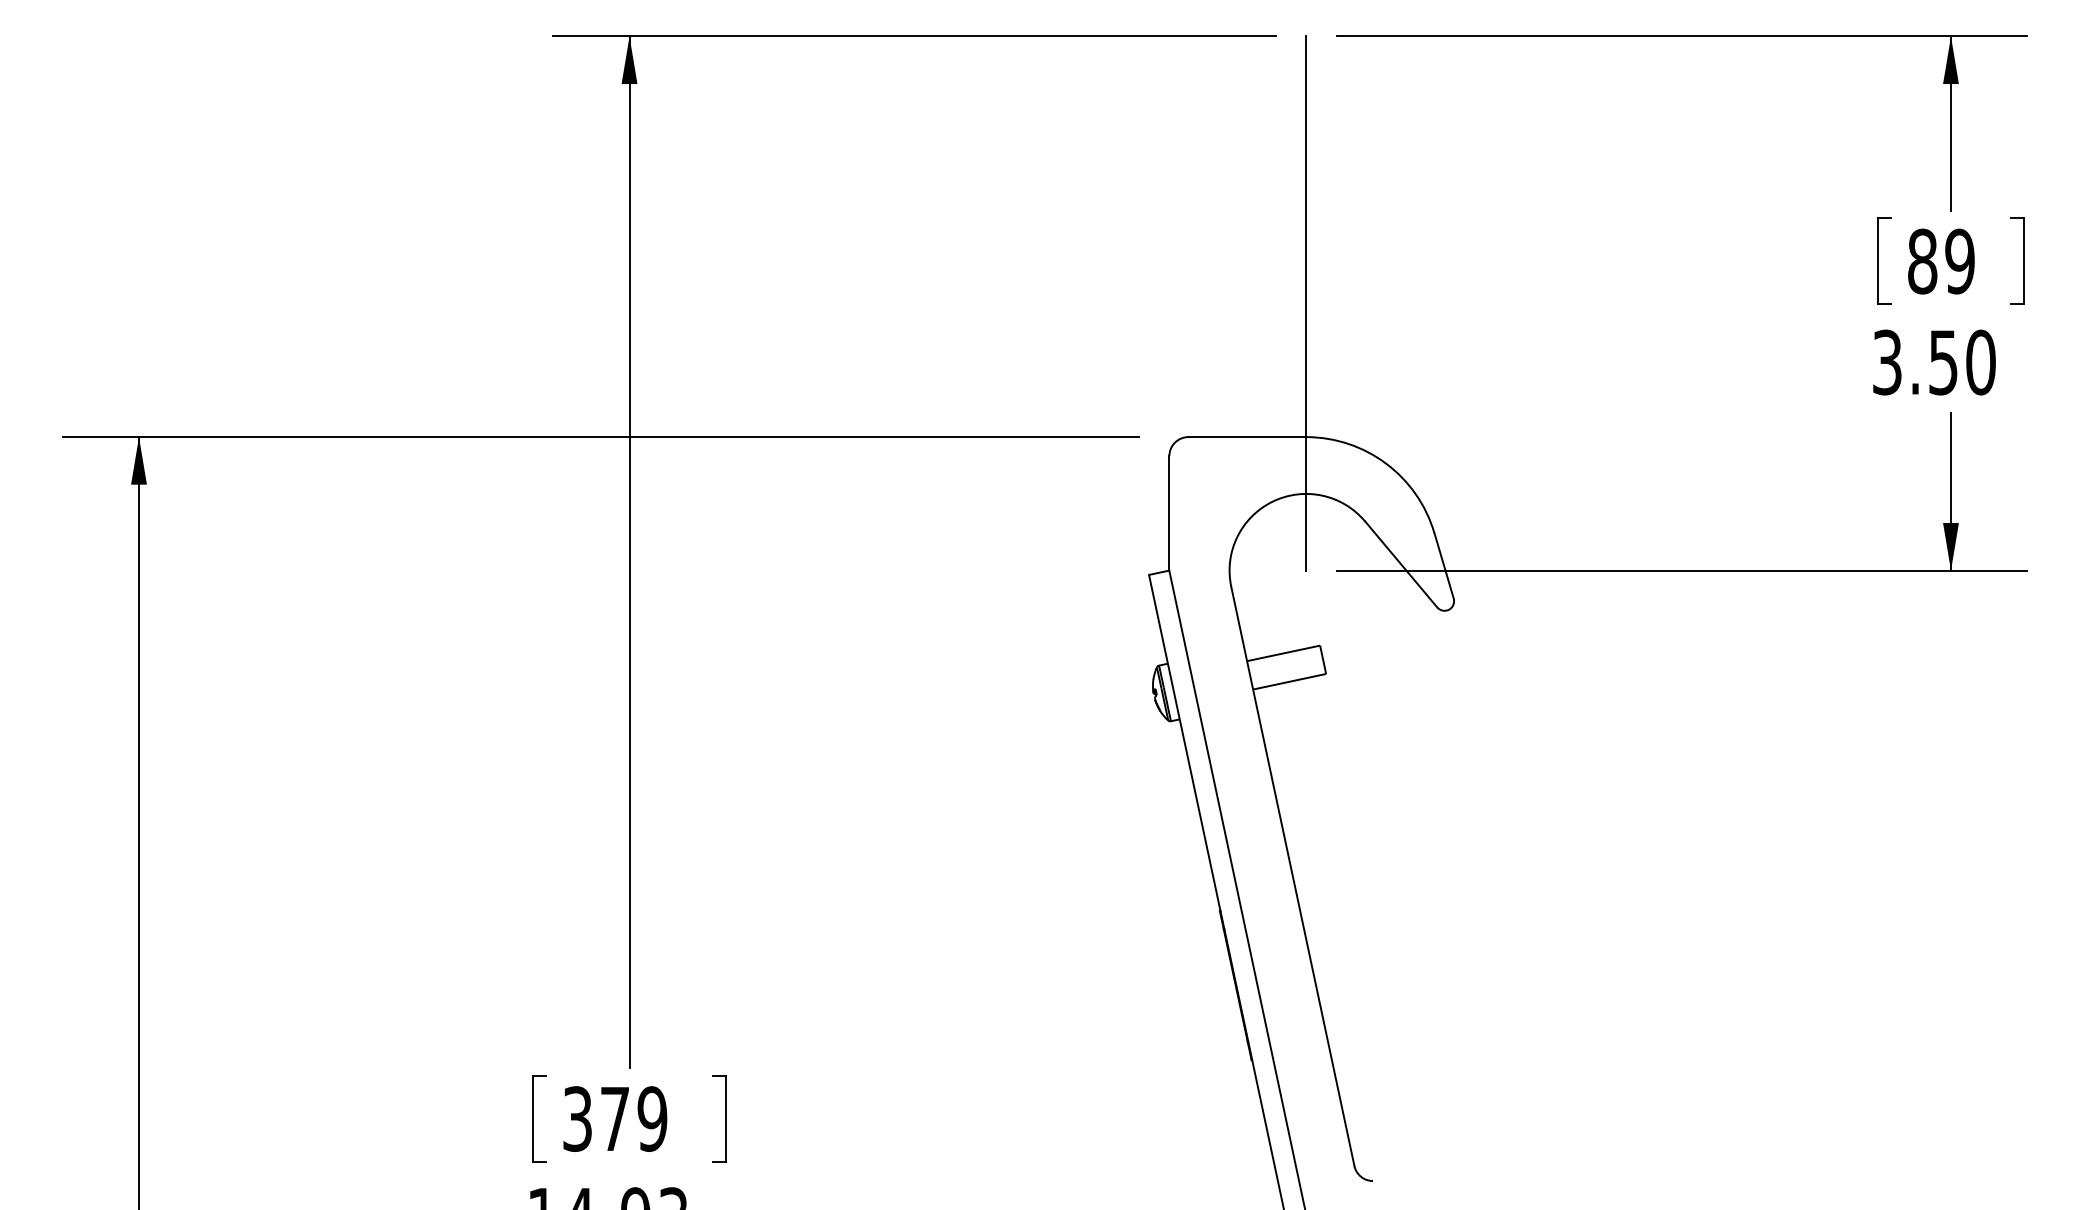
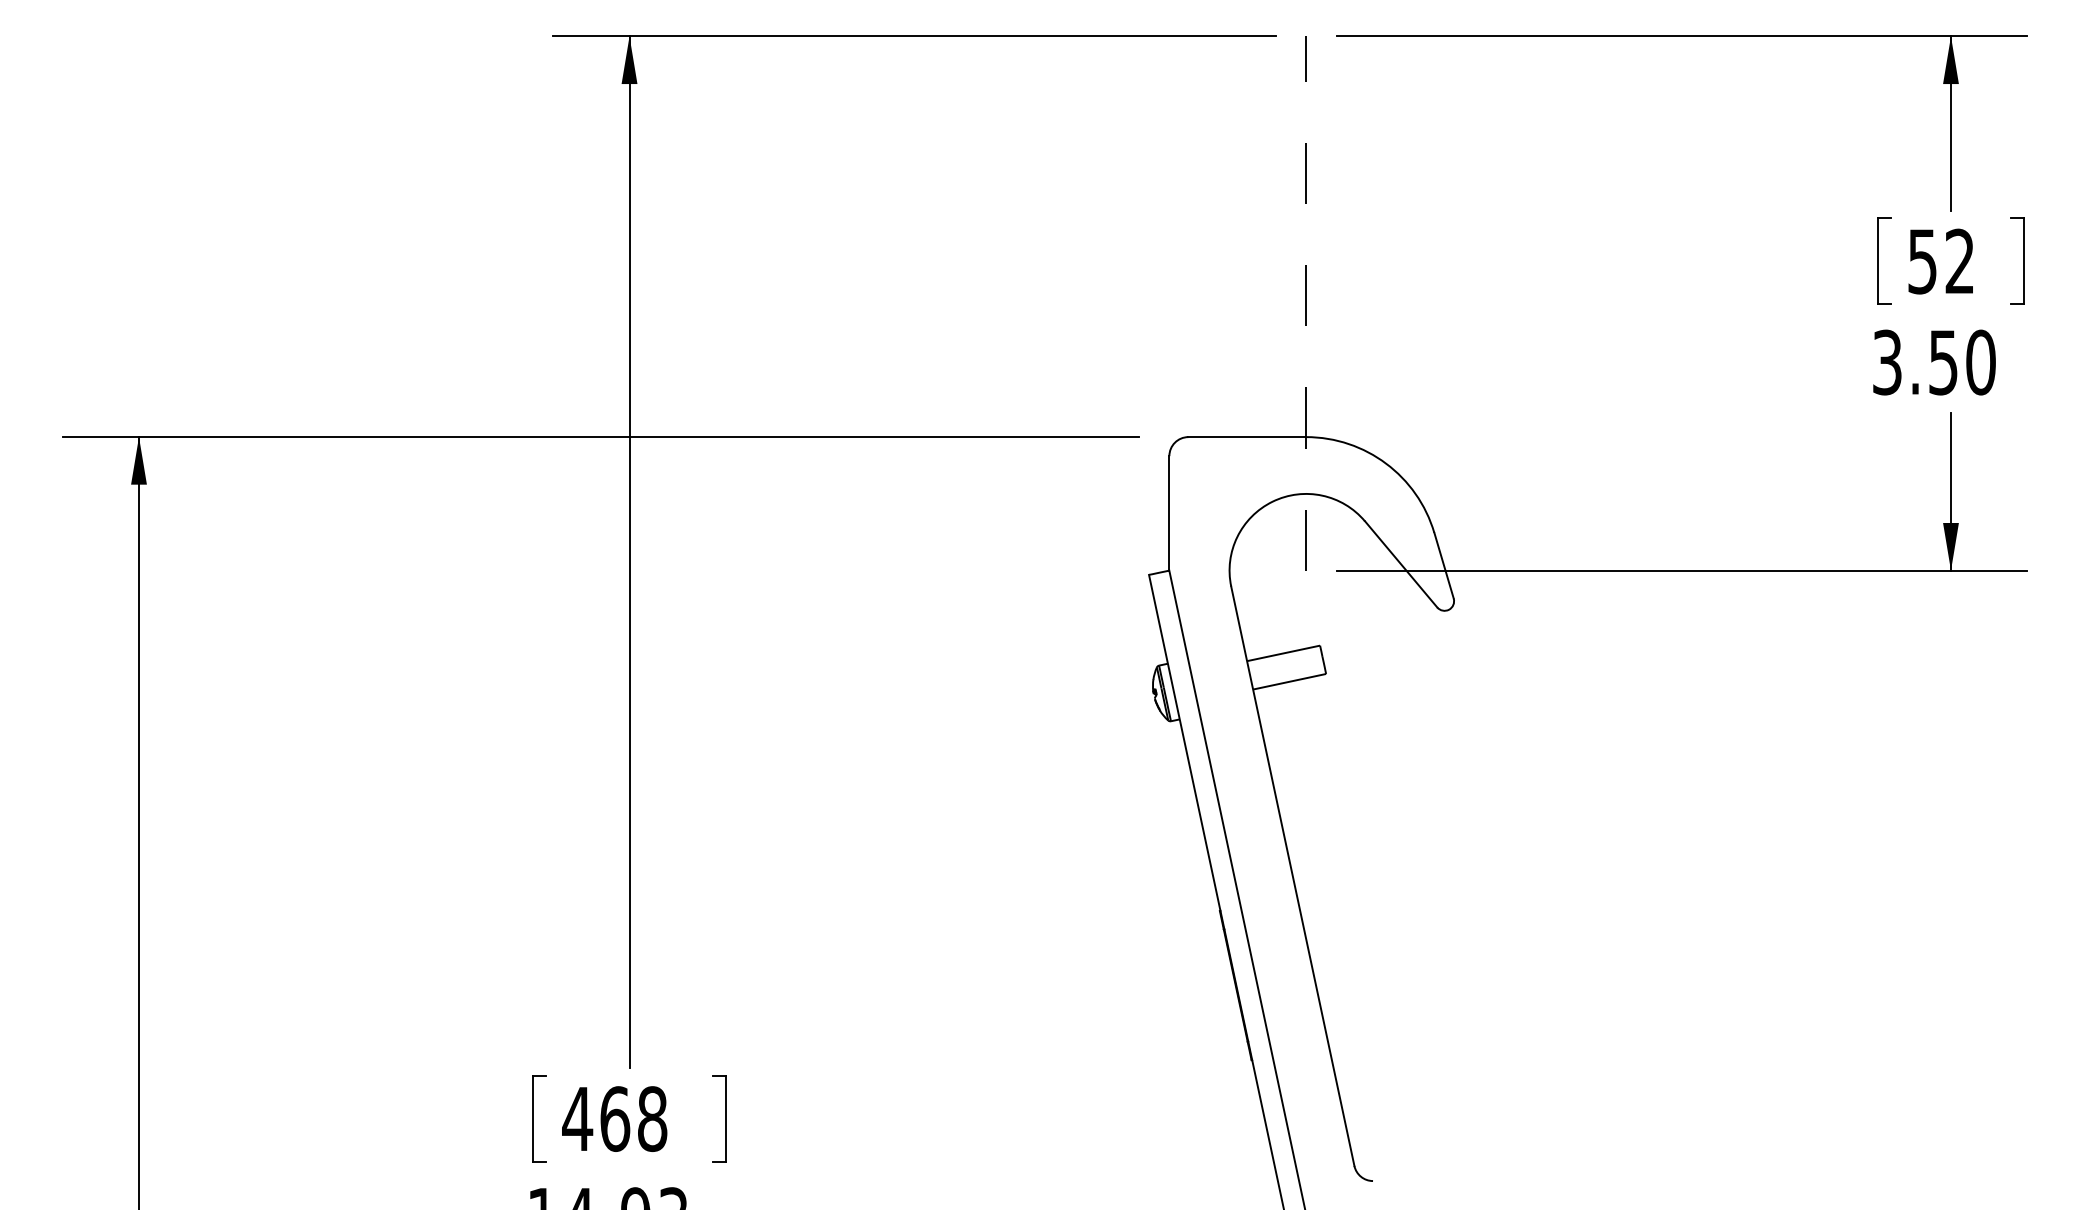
text at (1941, 261): 89 -> 52
line at (1306, 303): solid -> dashed
text at (614, 1118): 379 -> 468
